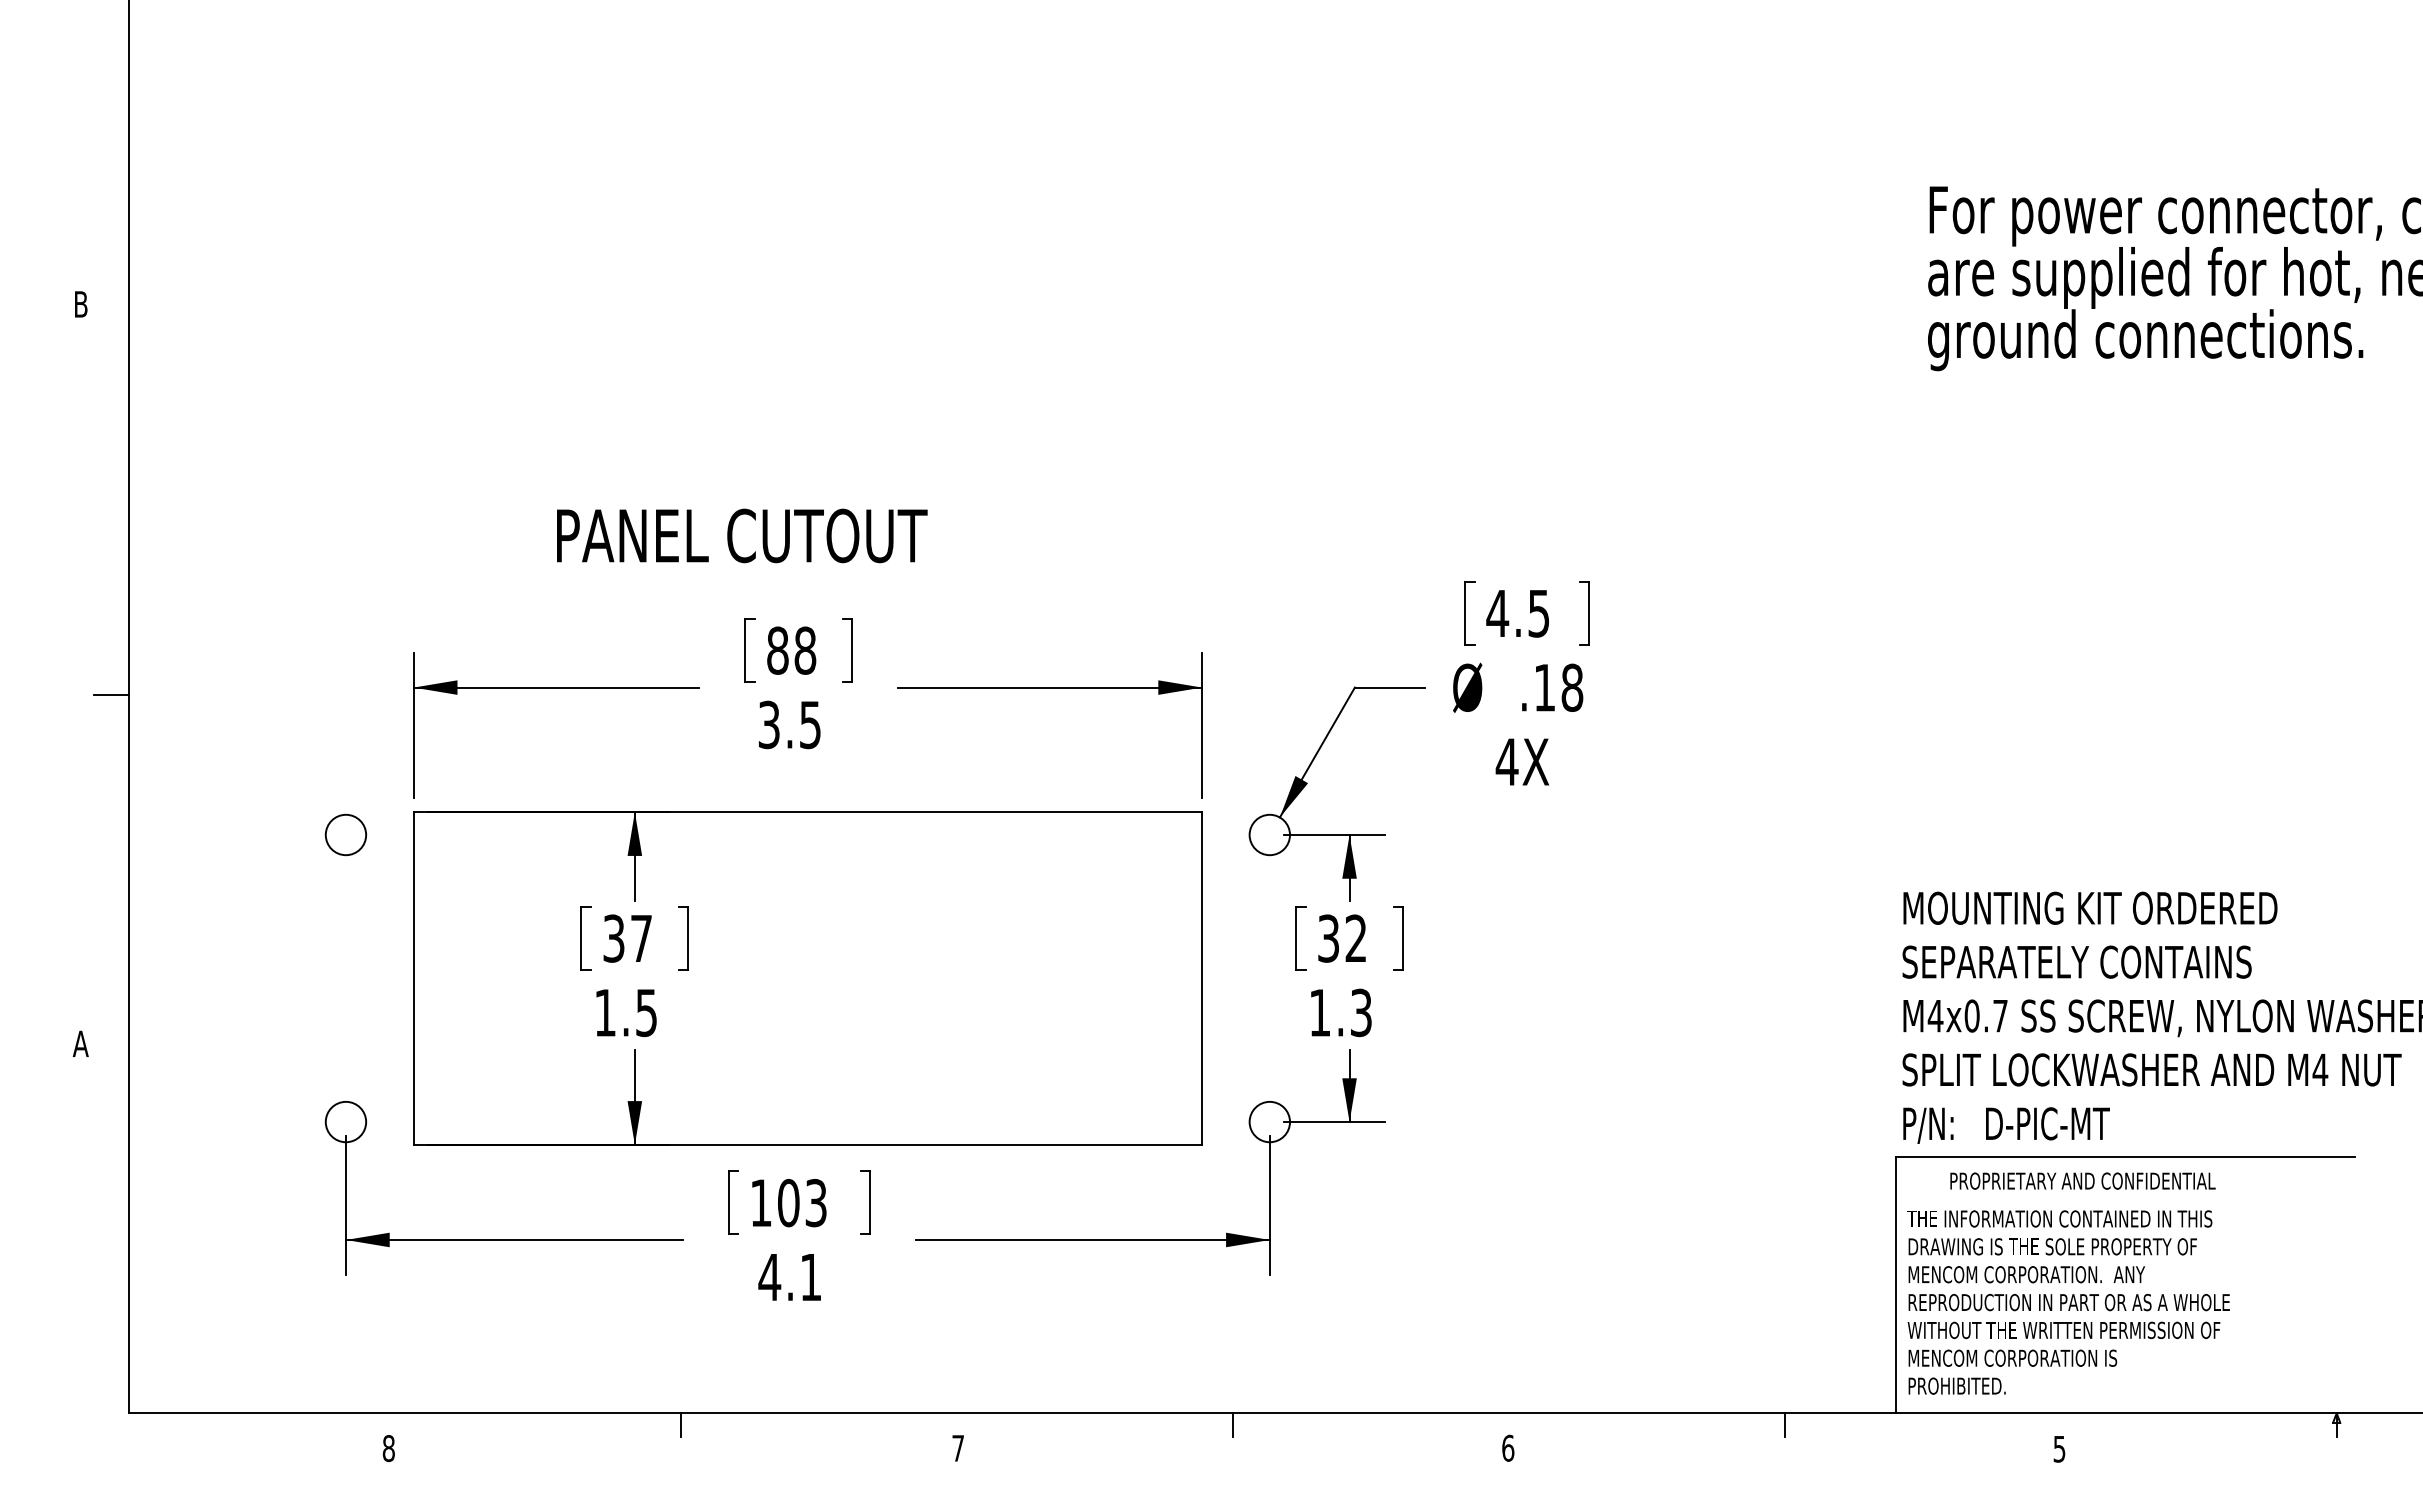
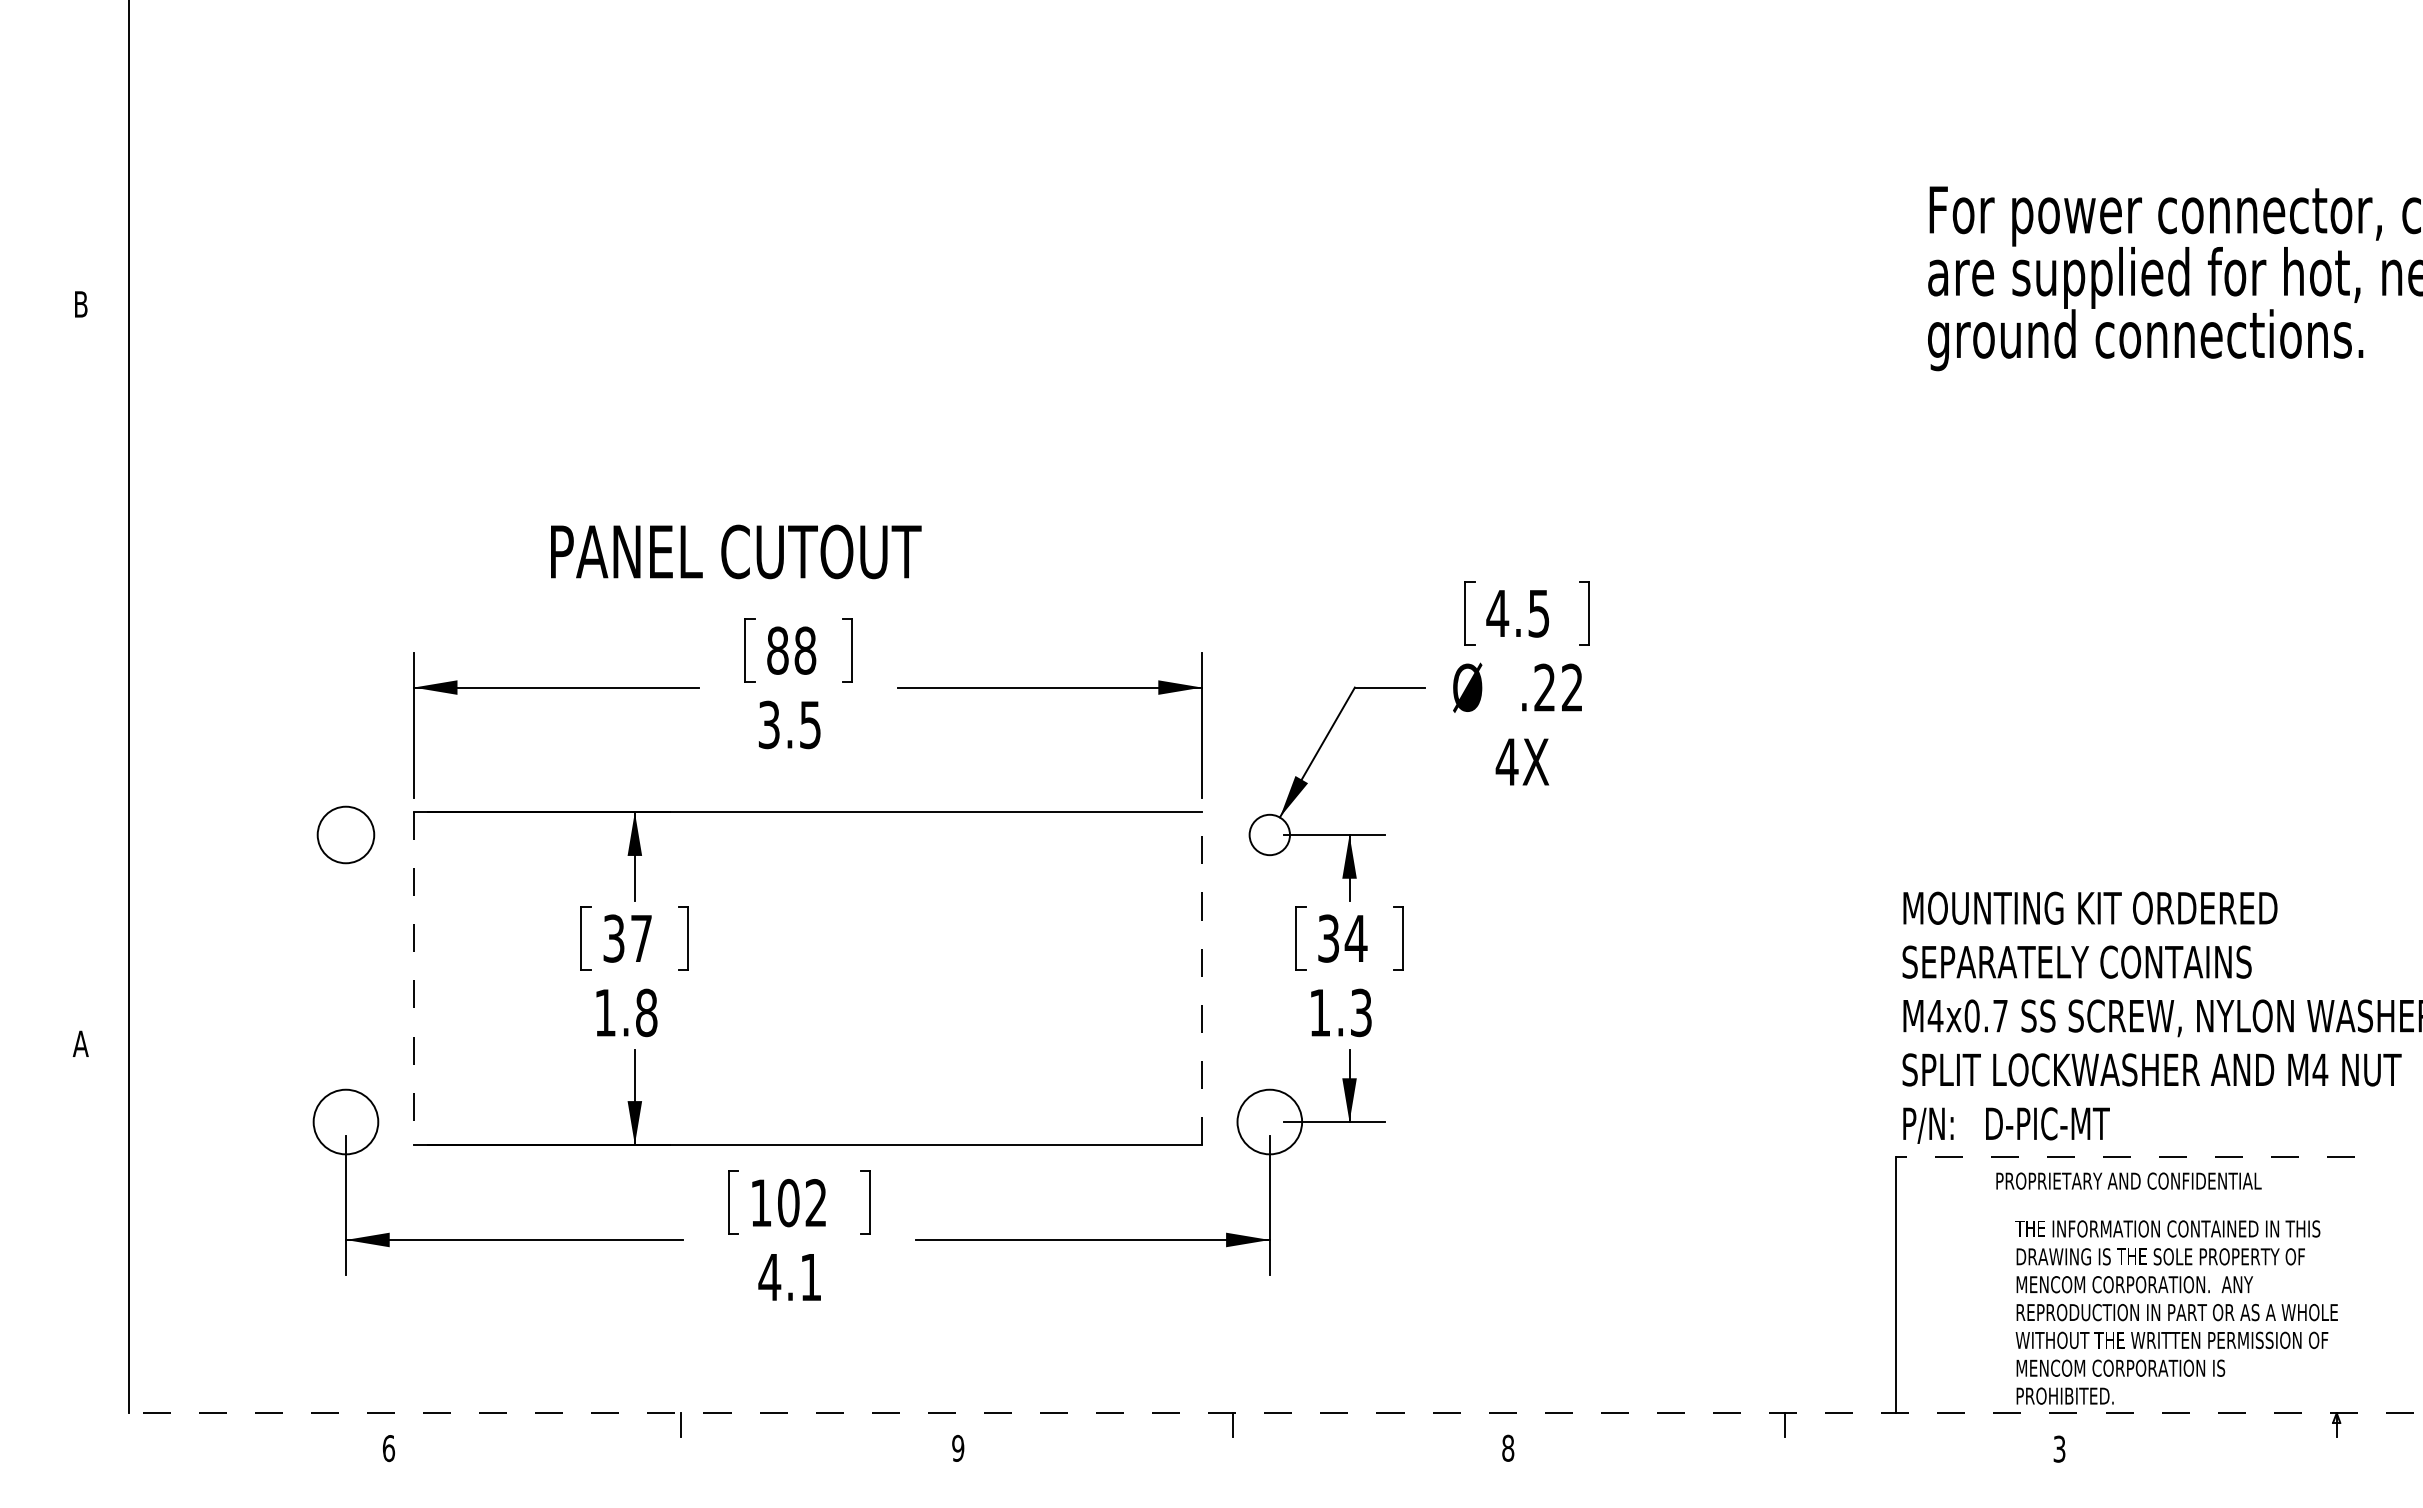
text at (742, 535) position: (742, 535) -> (736, 551)
text at (1558, 687): .18 -> .22
line at (110, 694): present -> none
circle at (345, 834) diameter: 40 px -> 57 px
text at (1355, 937): 32 -> 34
line at (1202, 978): solid -> dashed
line at (413, 979): solid -> dashed
text at (646, 1012): 1.5 -> 1.8
circle at (345, 1121) diameter: 40 px -> 65 px
circle at (1269, 1121) diameter: 40 px -> 65 px
line at (2125, 1156): solid -> dashed
text at (2082, 1180) position: (2082, 1180) -> (2128, 1180)
text at (815, 1203): 103 -> 102
text at (2068, 1302) position: (2068, 1302) -> (2176, 1312)
line at (1275, 1413): solid -> dashed
text at (958, 1447): 7 -> 9
text at (1508, 1447): 6 -> 8
text at (388, 1448): 8 -> 6
text at (2059, 1448): 5 -> 3
